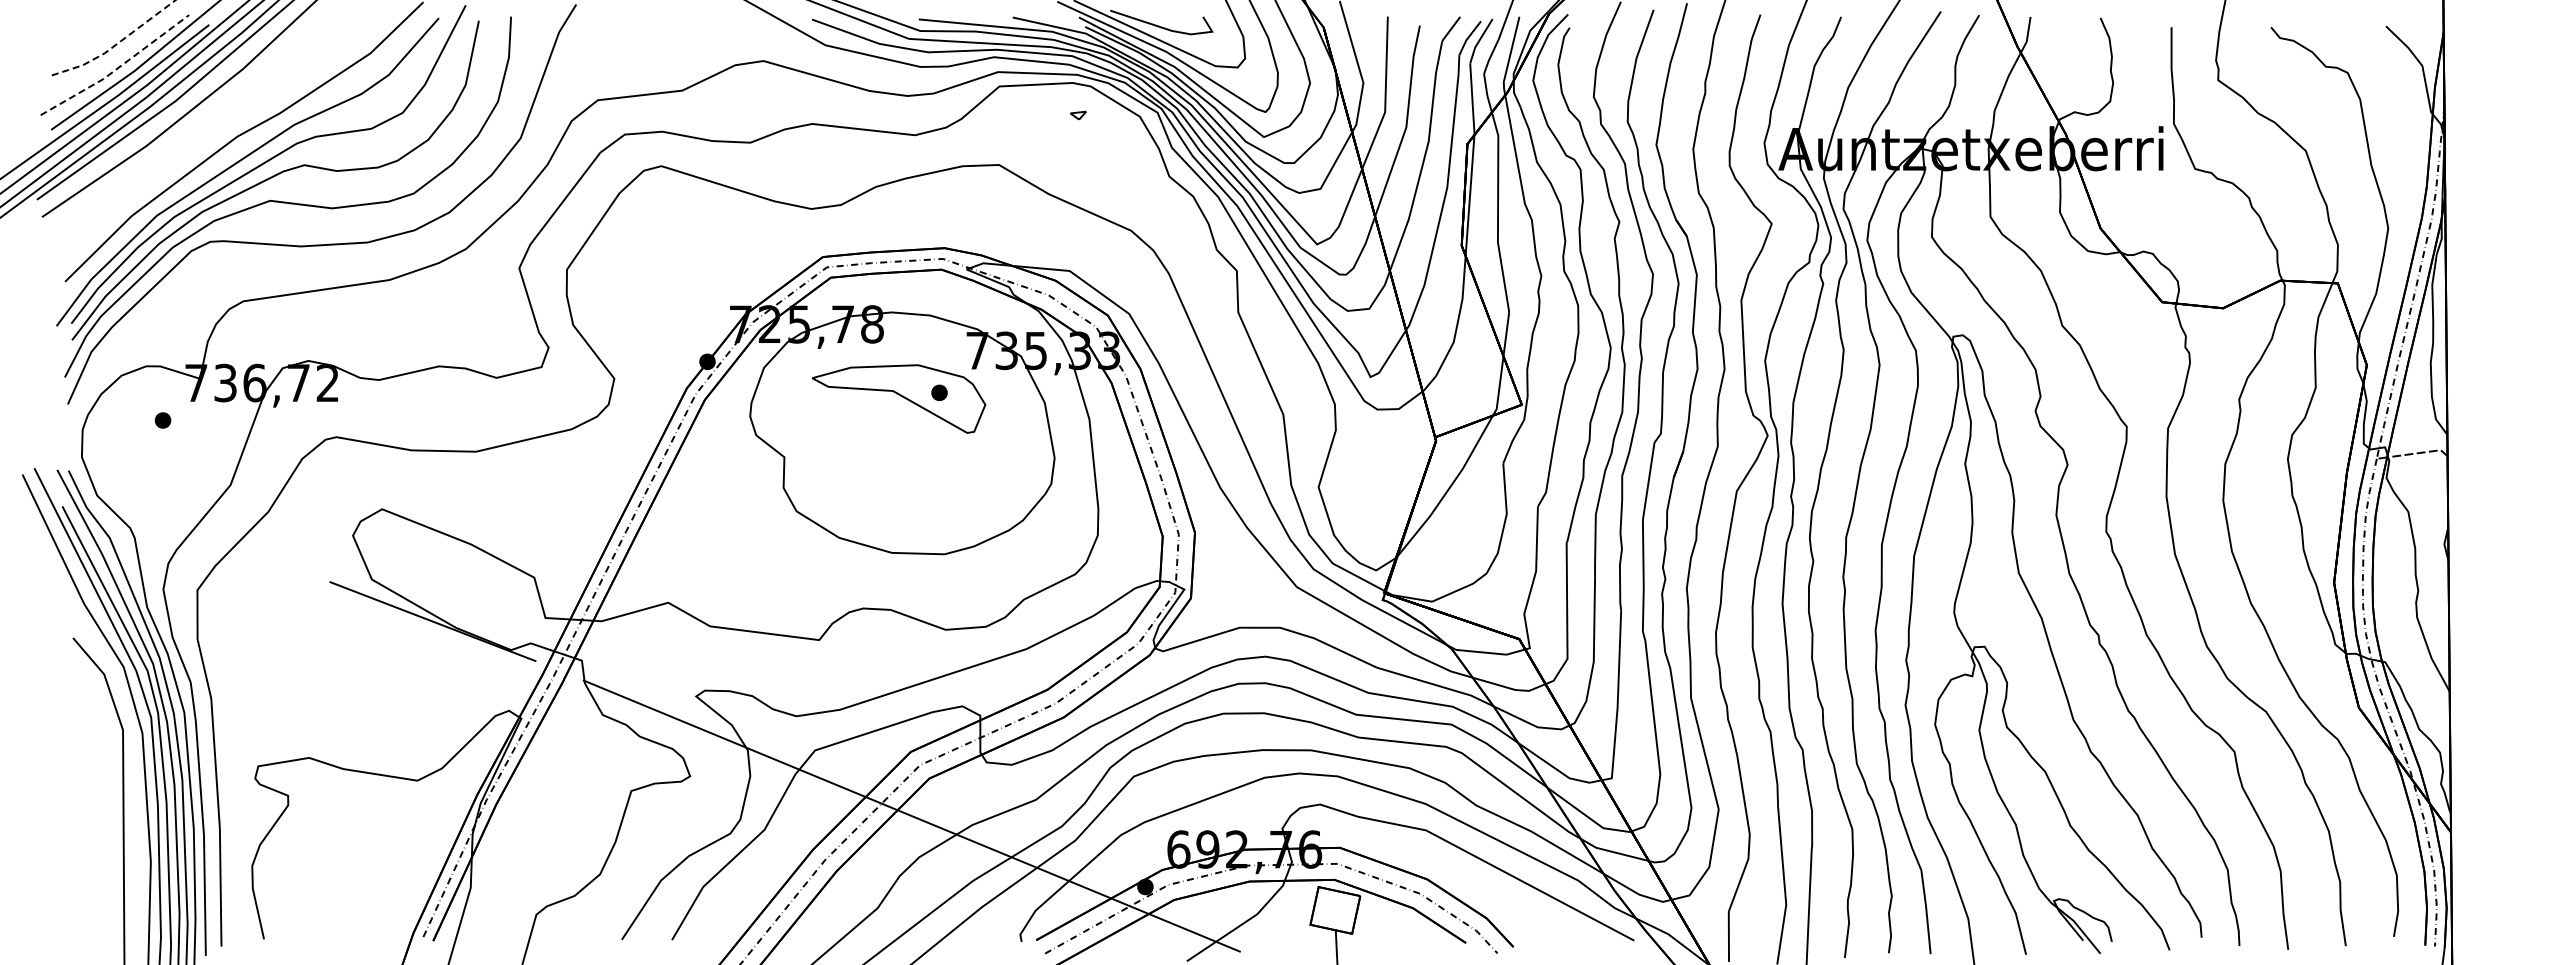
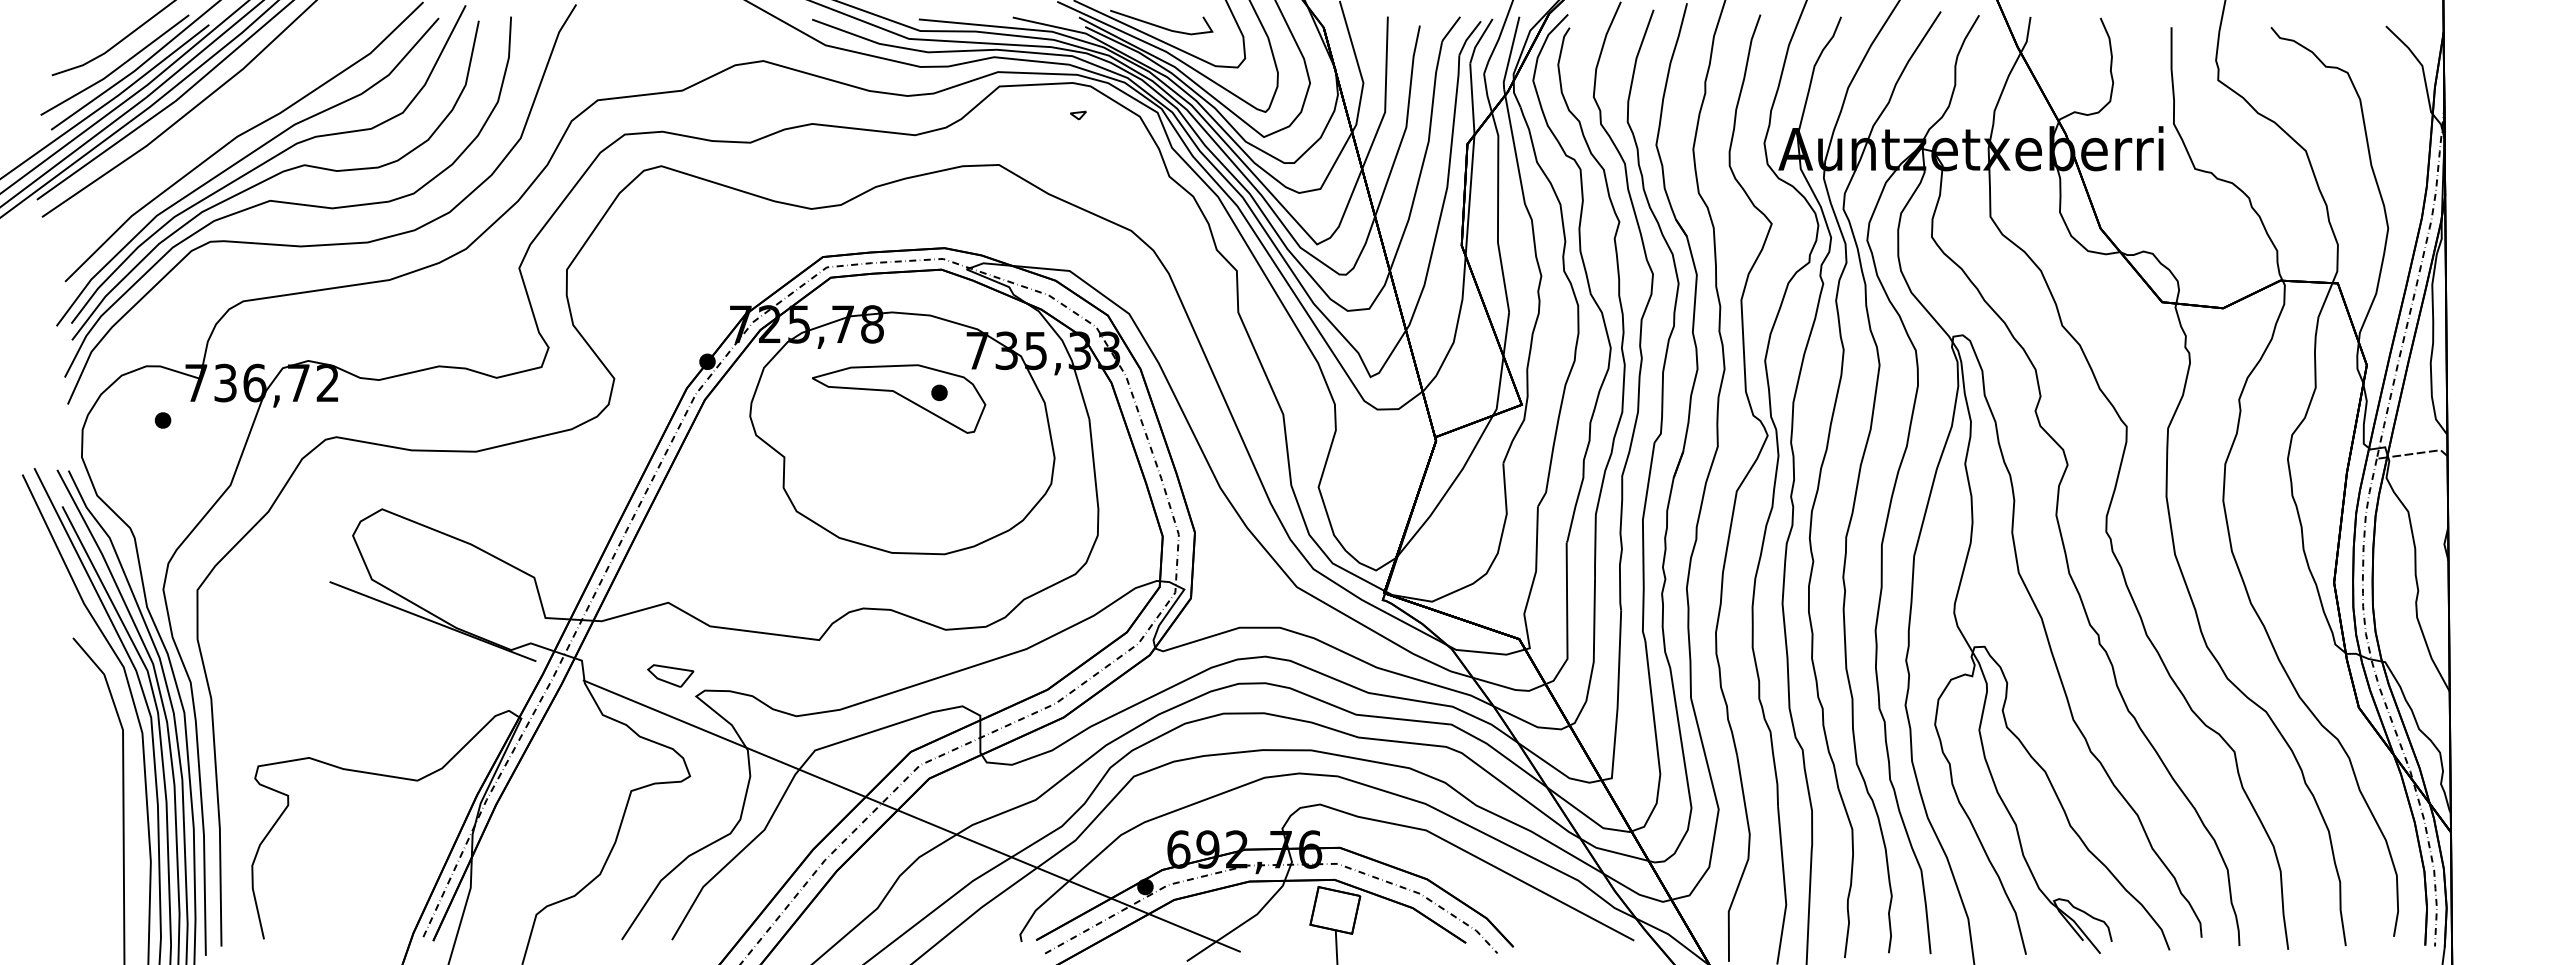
line at (116, 44): dashed -> solid
line at (117, 68): dashed -> solid
part at (670, 675): none -> present
